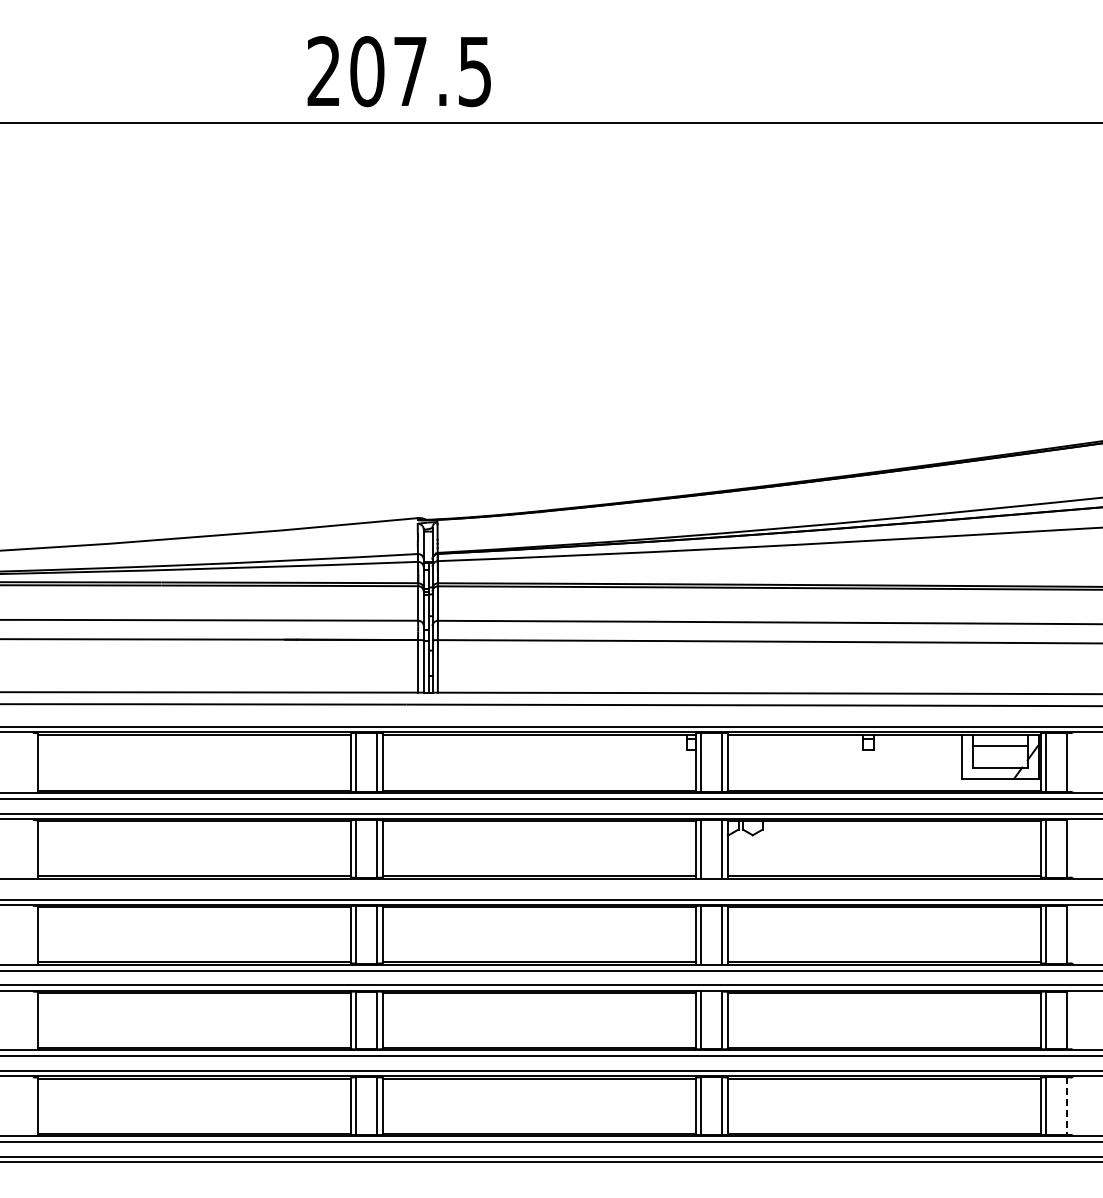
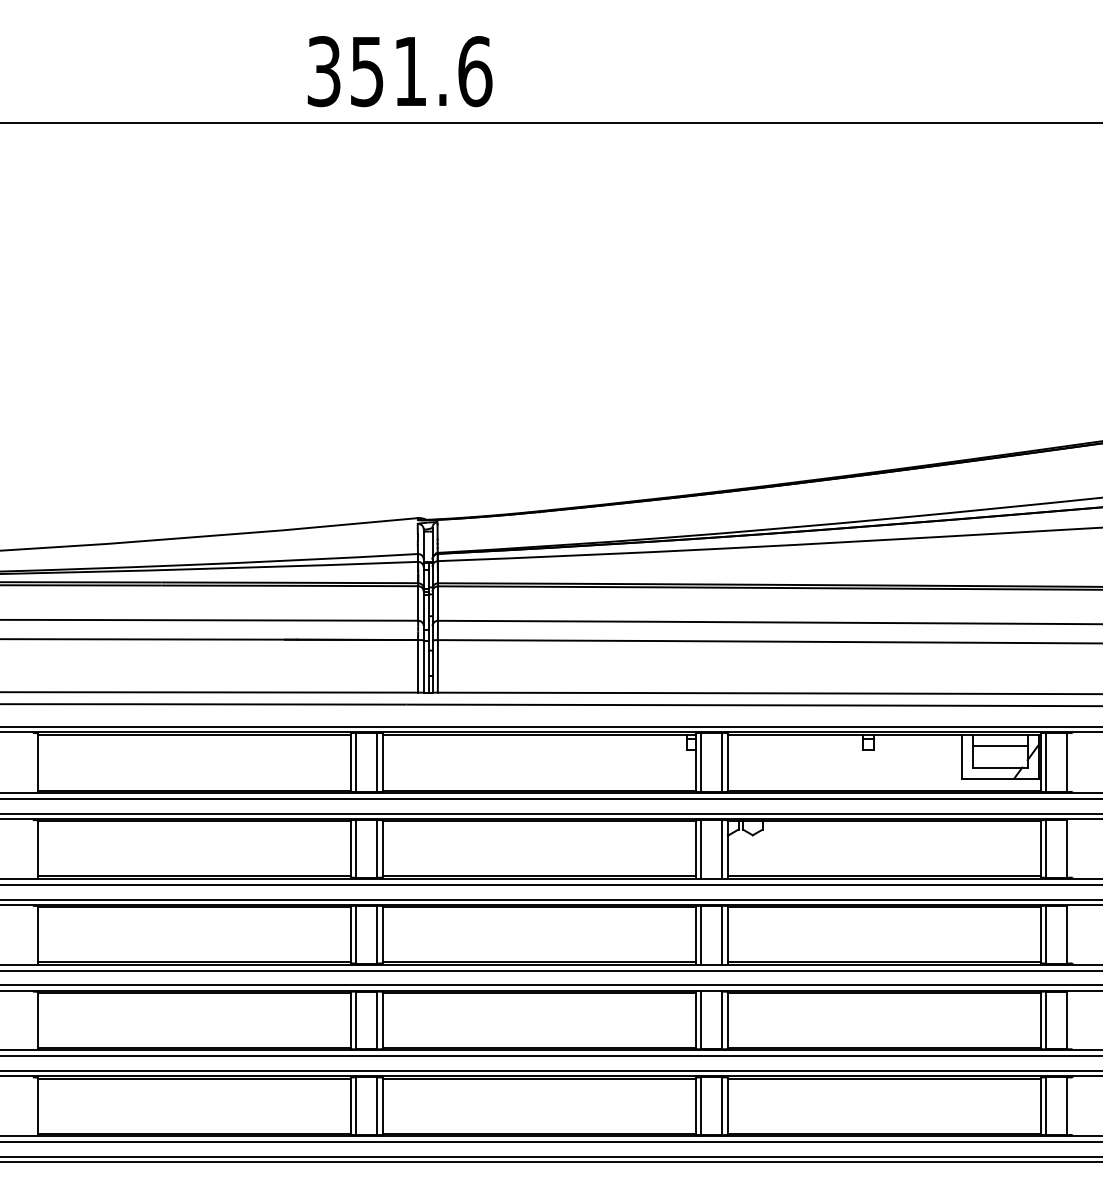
text at (399, 71): 207.5 -> 351.6
line at (550, 884): none -> present
line at (1067, 1106): dashed -> solid
